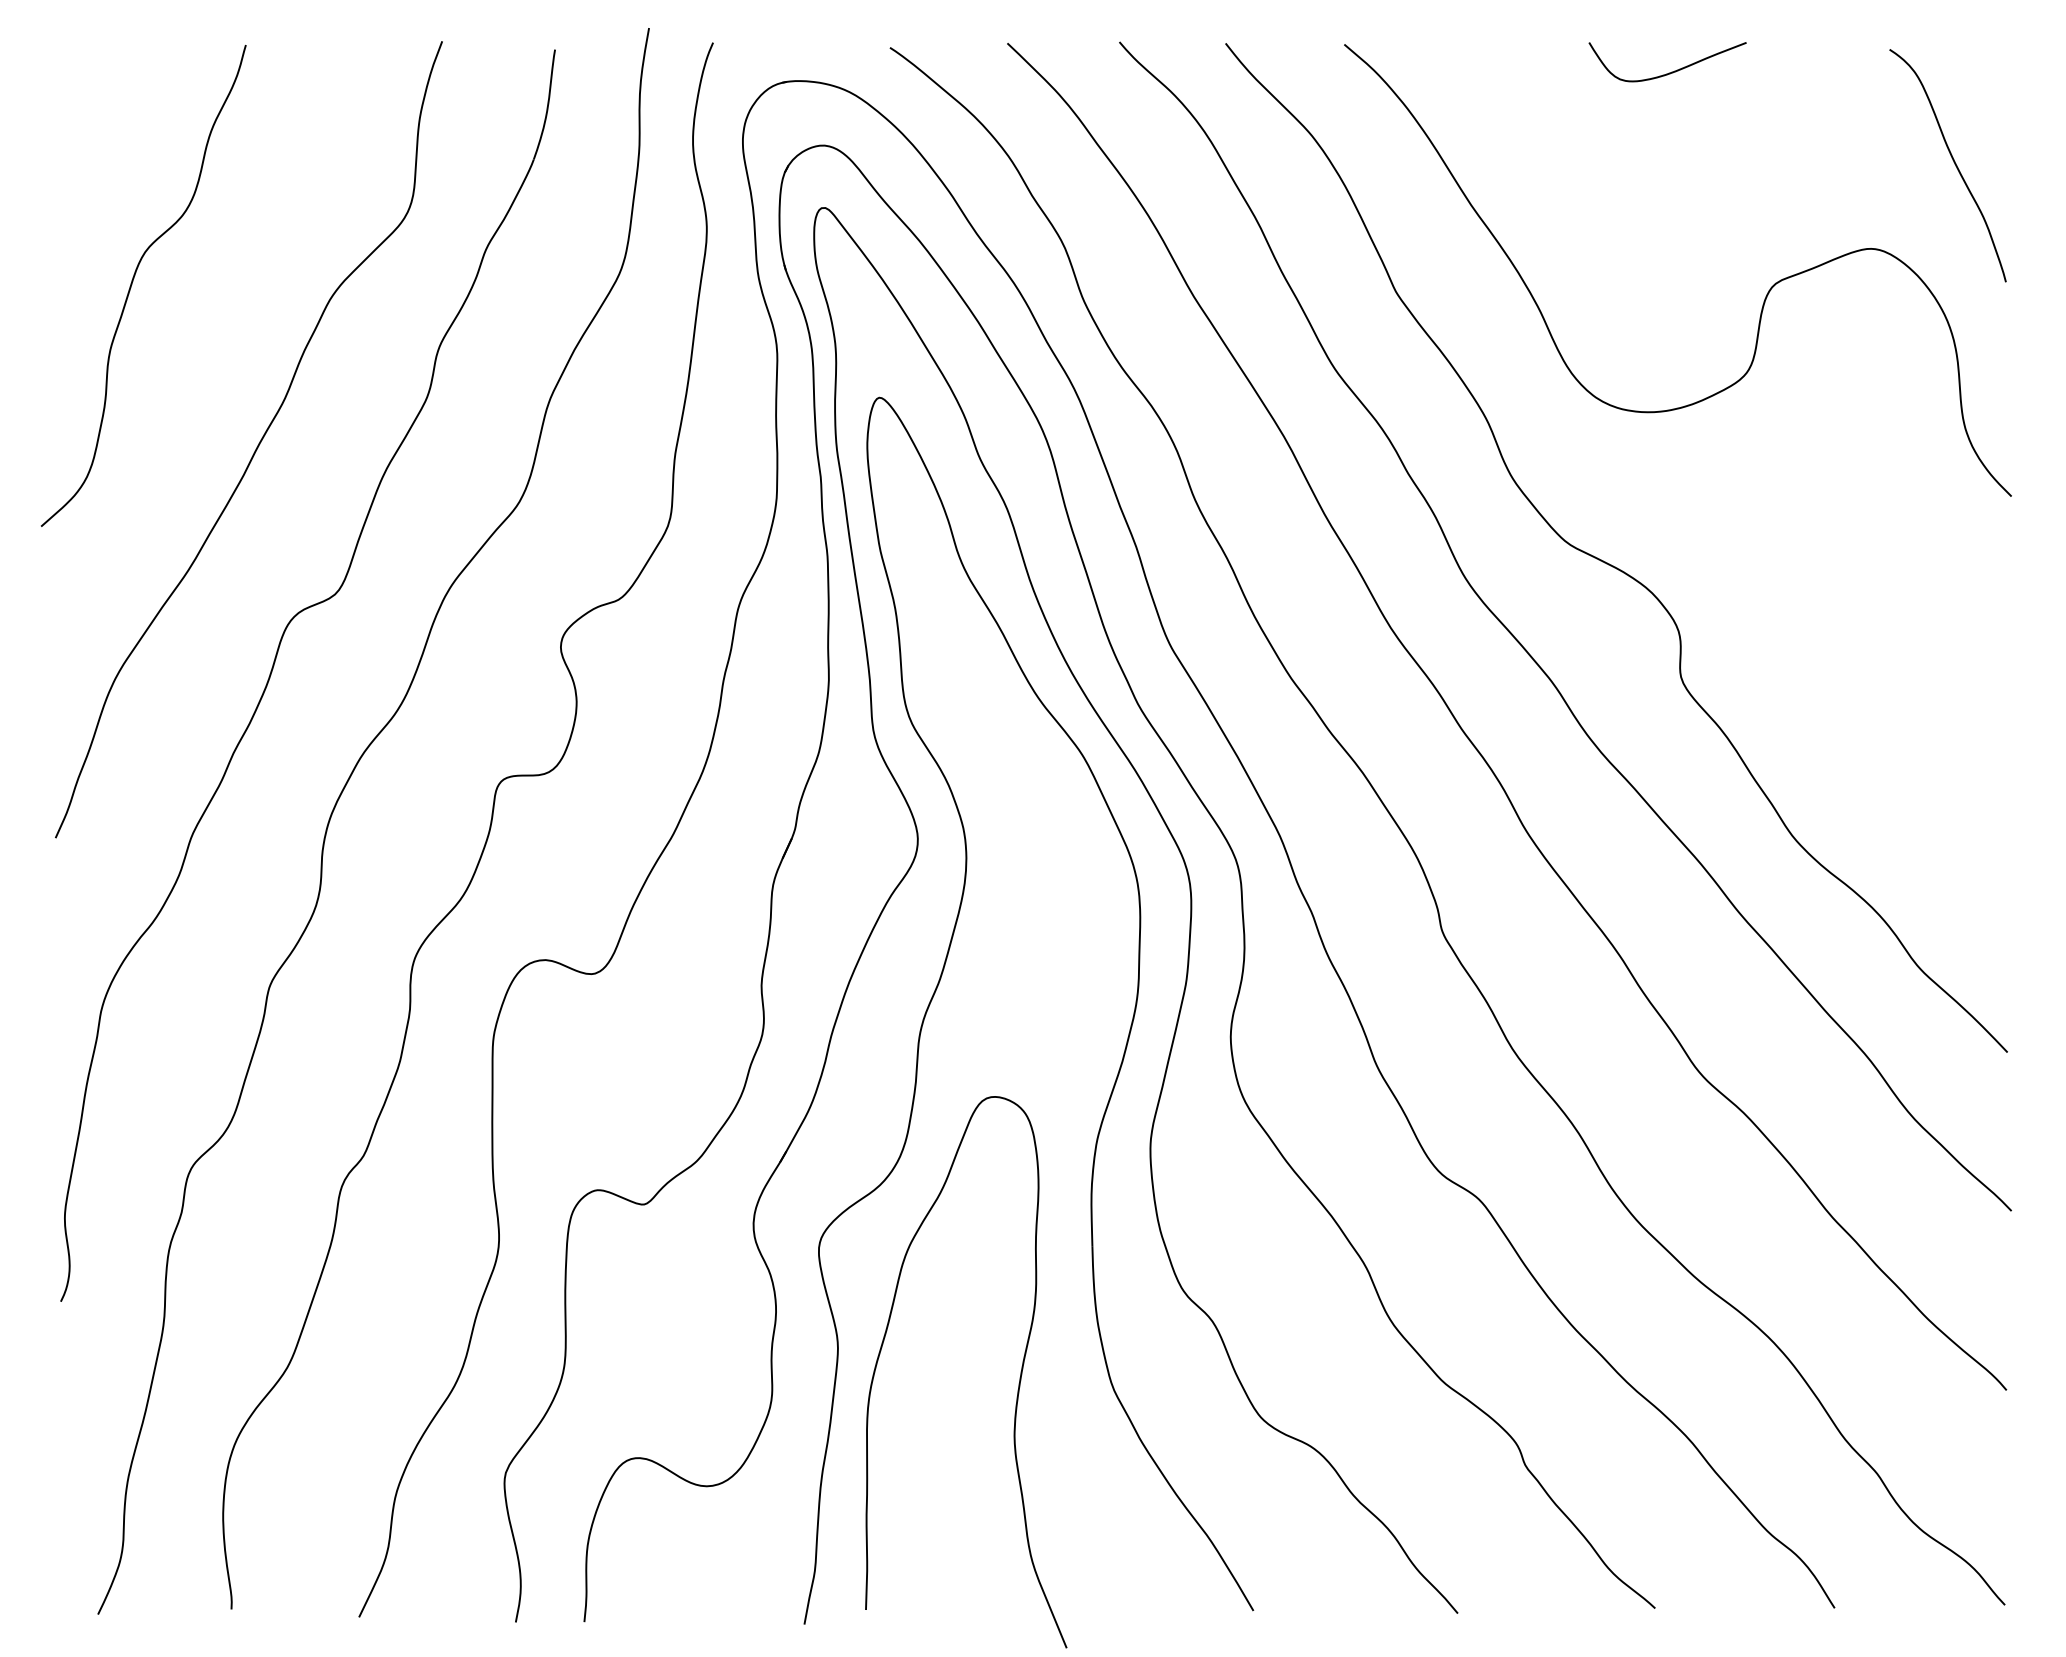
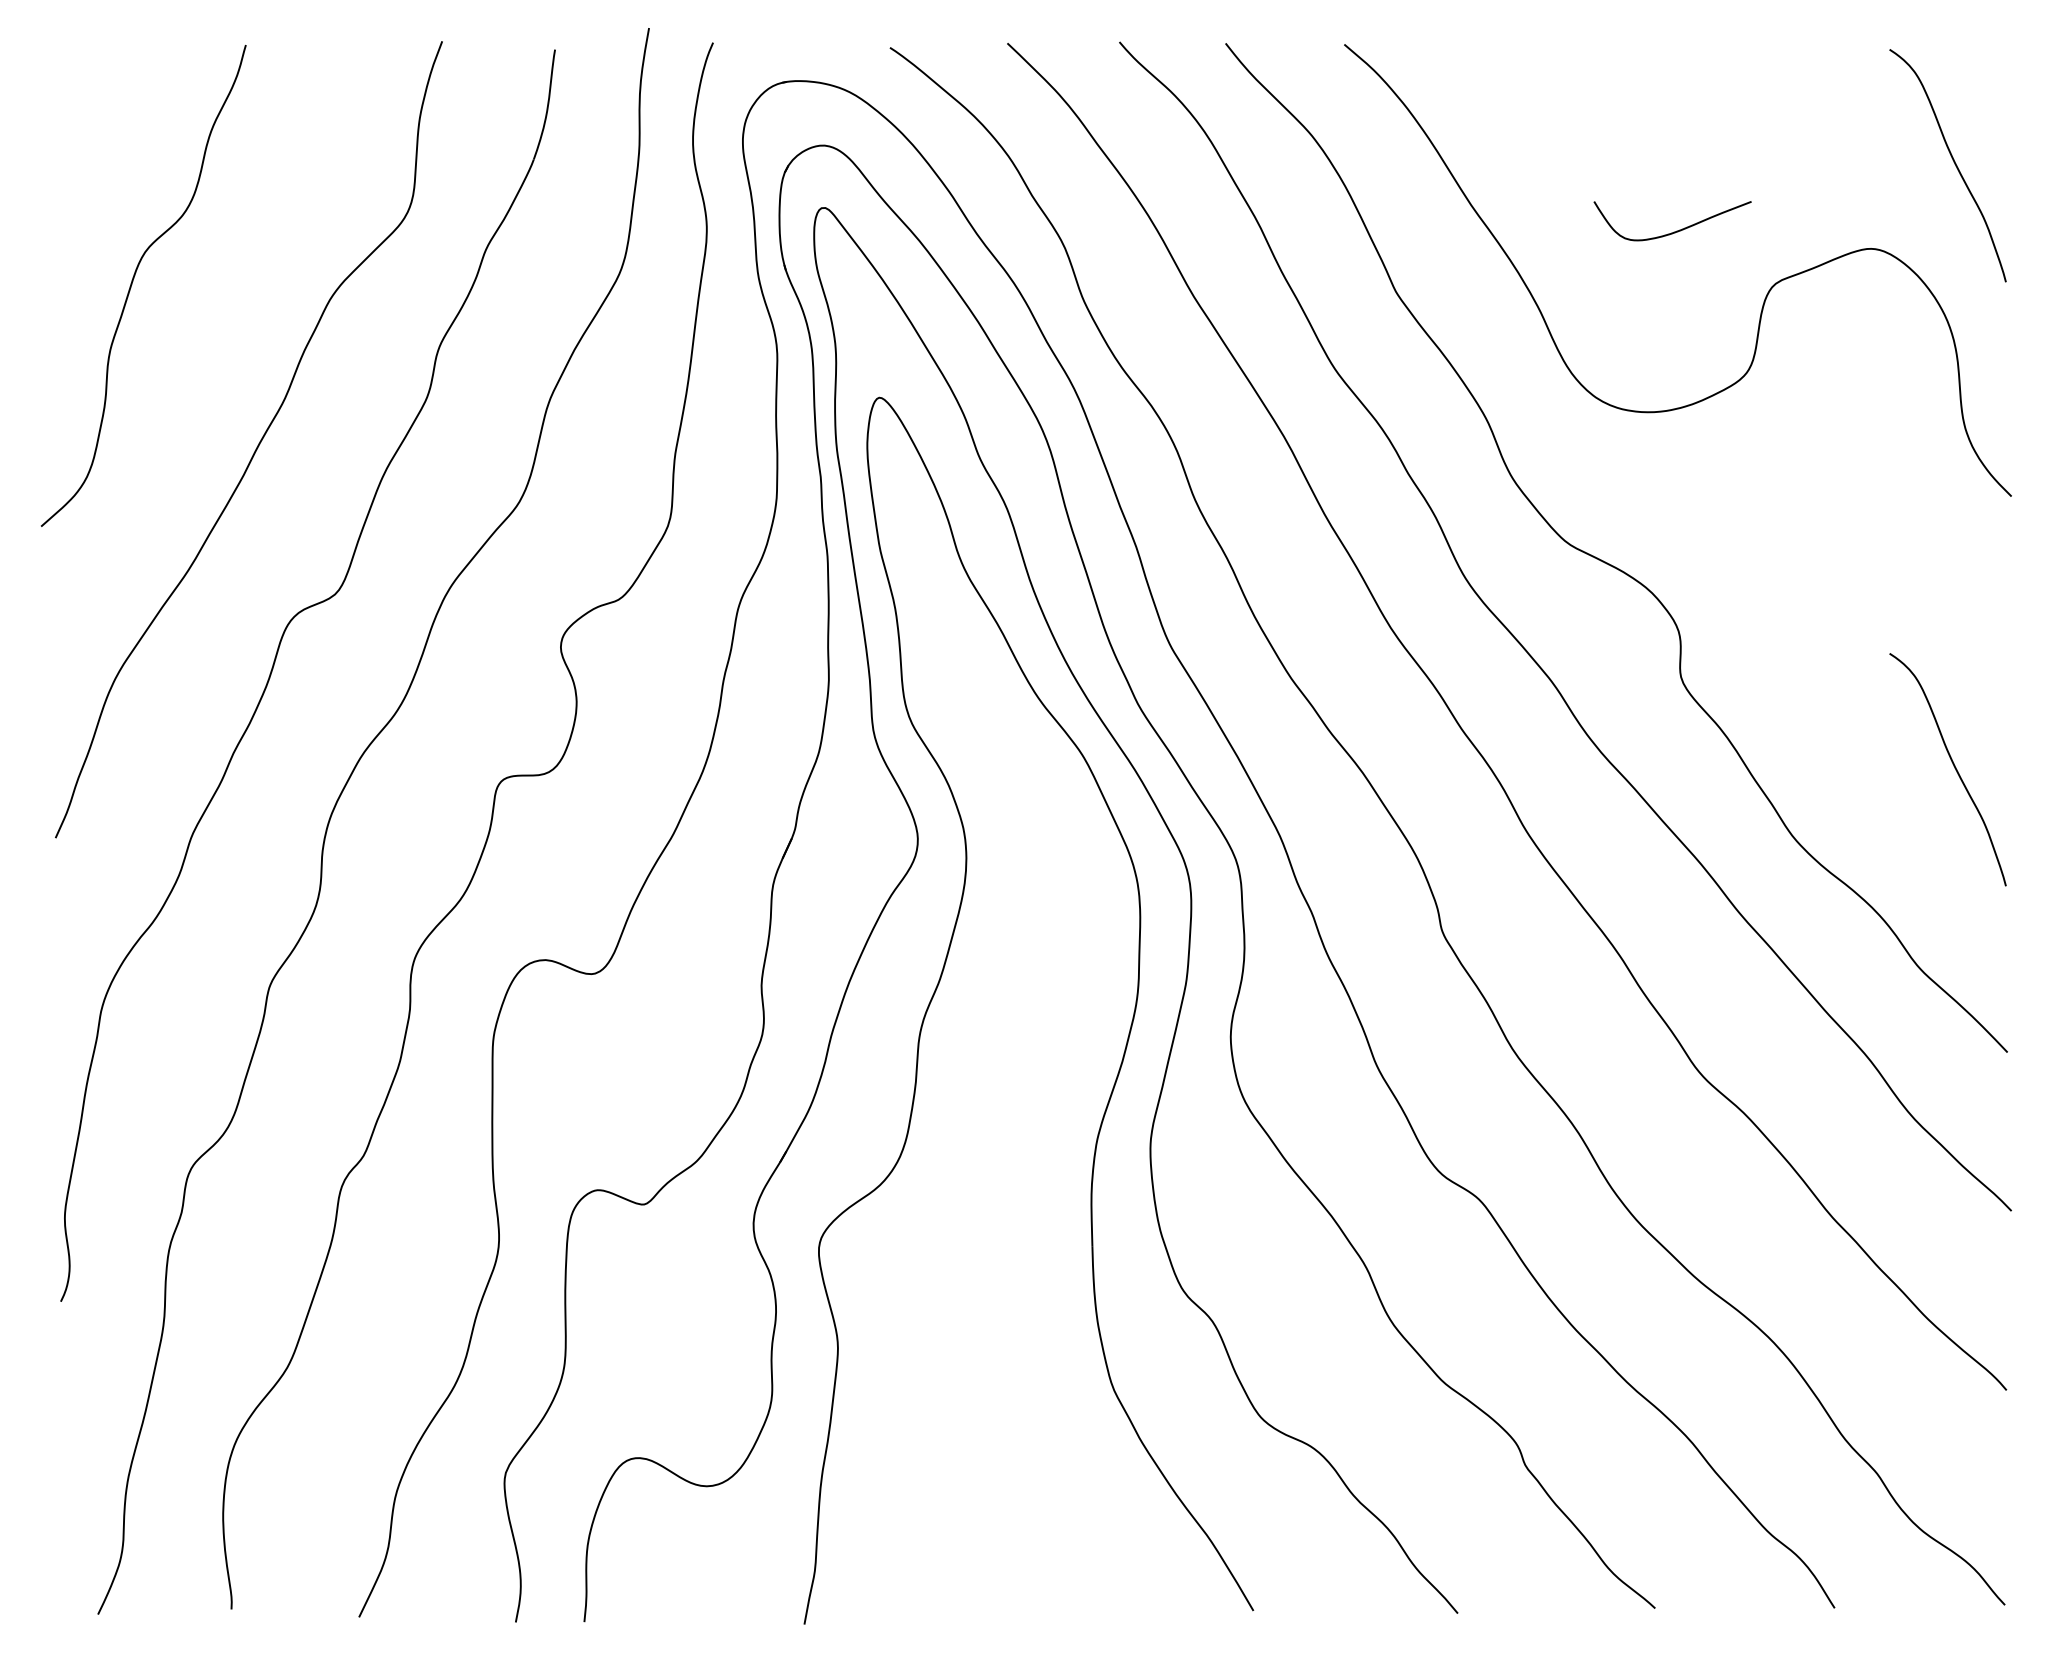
curve at (1671, 71) position: (1671, 71) -> (1676, 230)
curve at (1953, 766): none -> present
curve at (1018, 1383): present -> none
